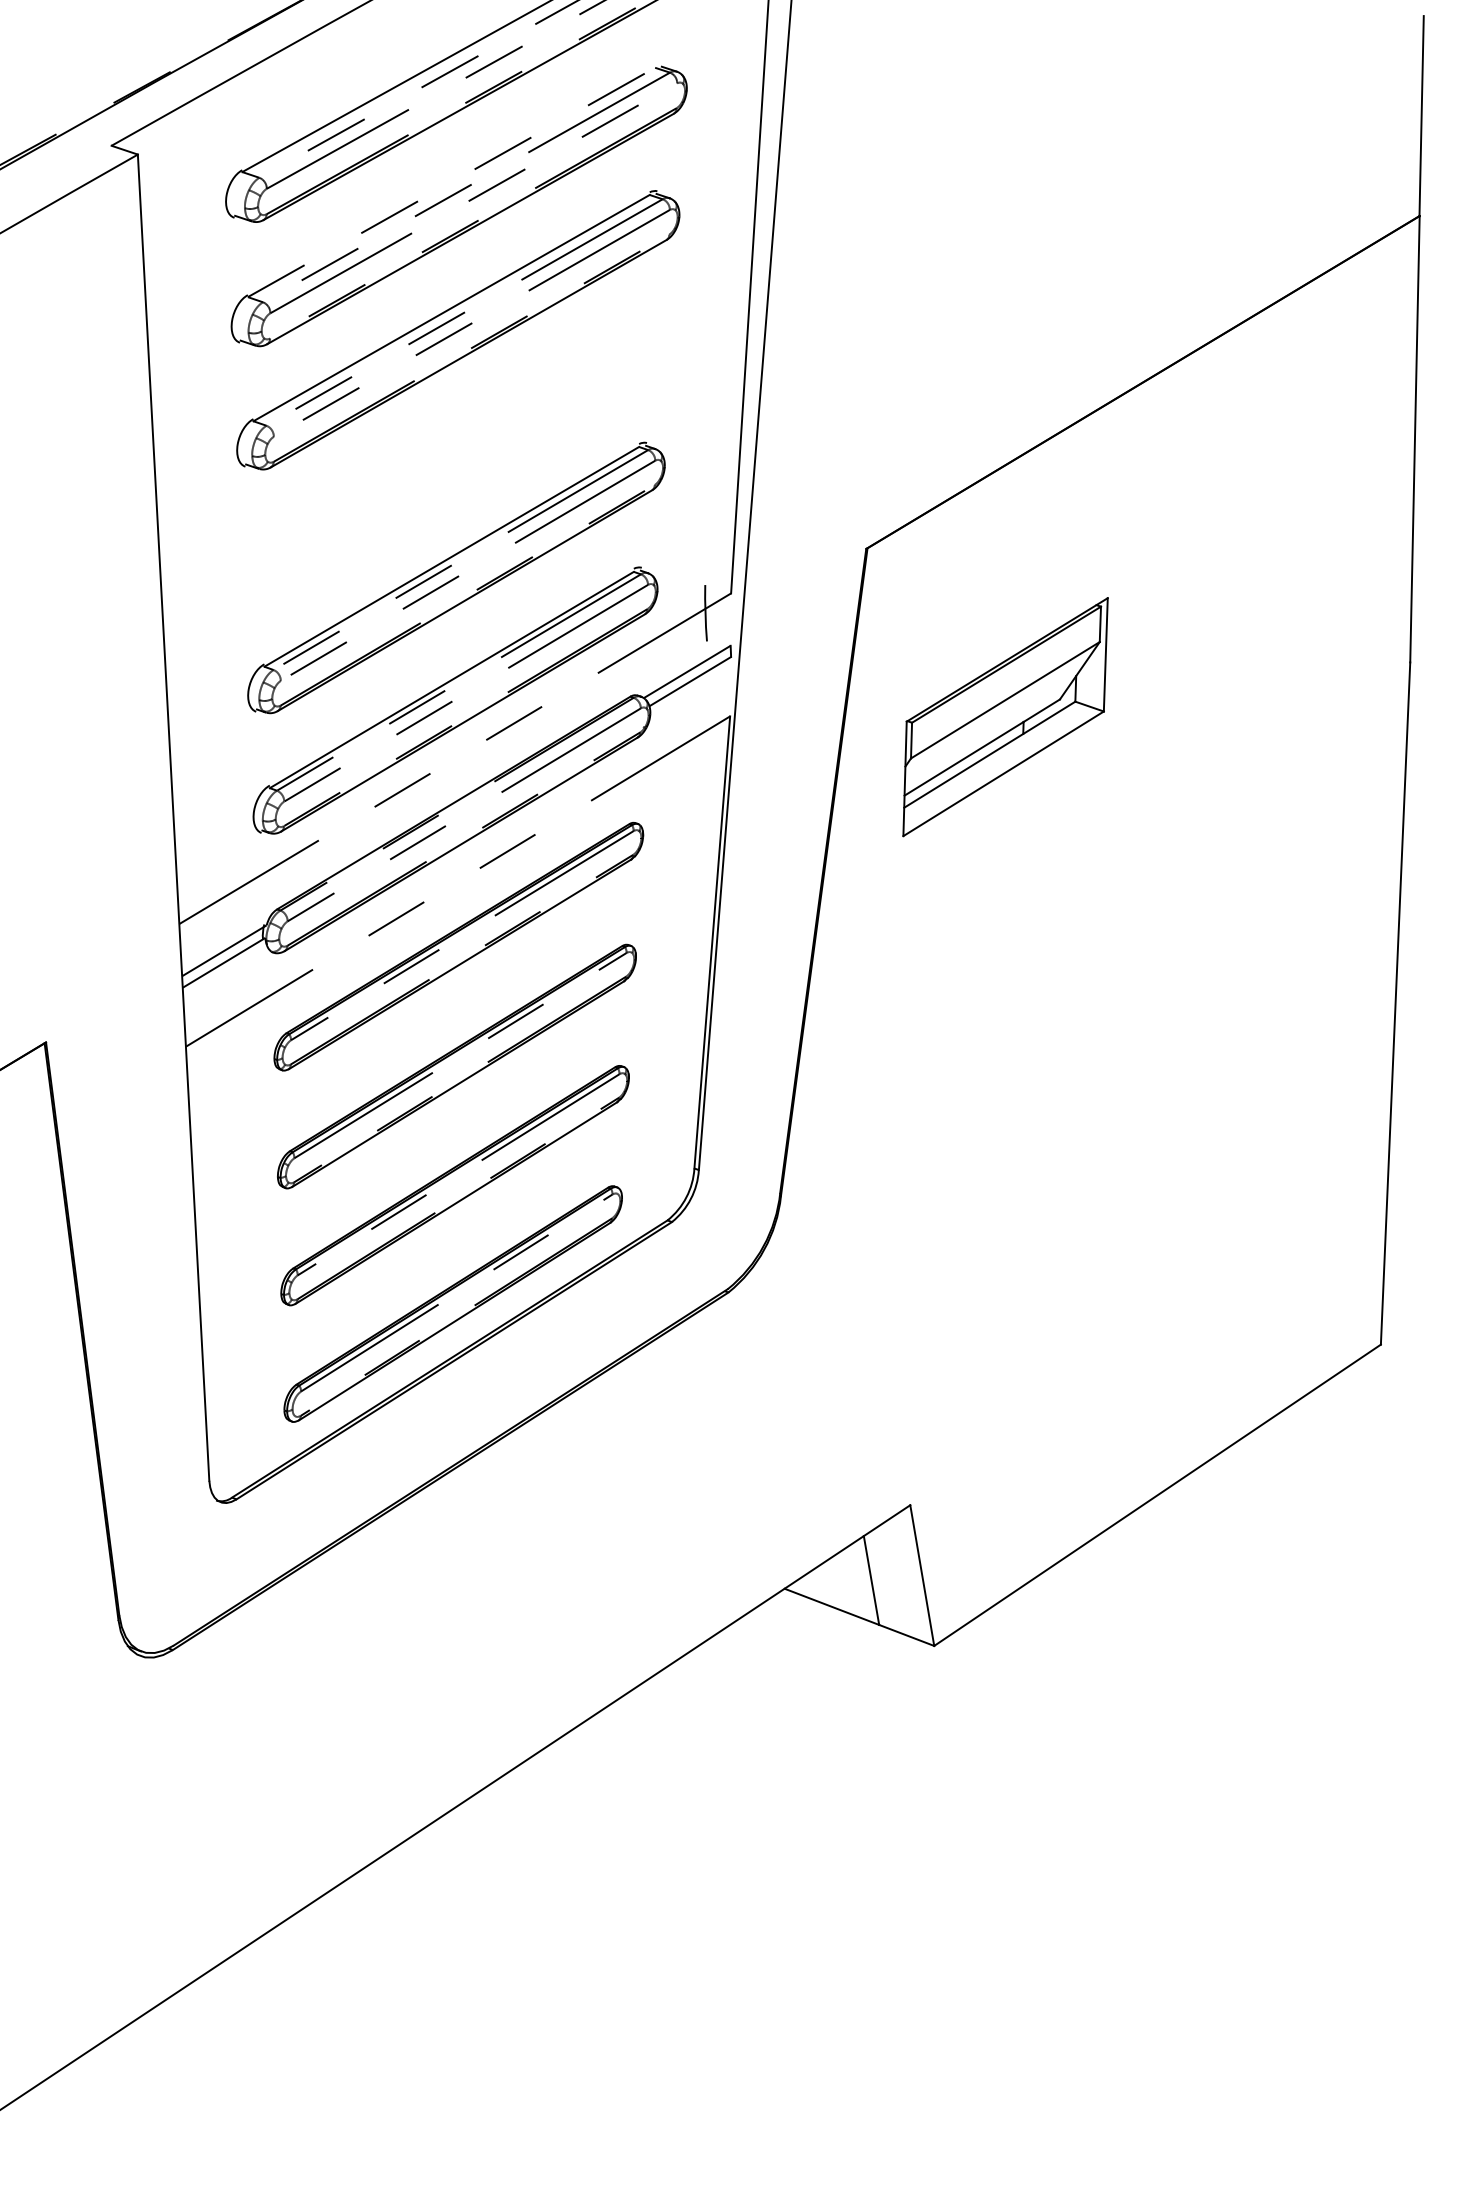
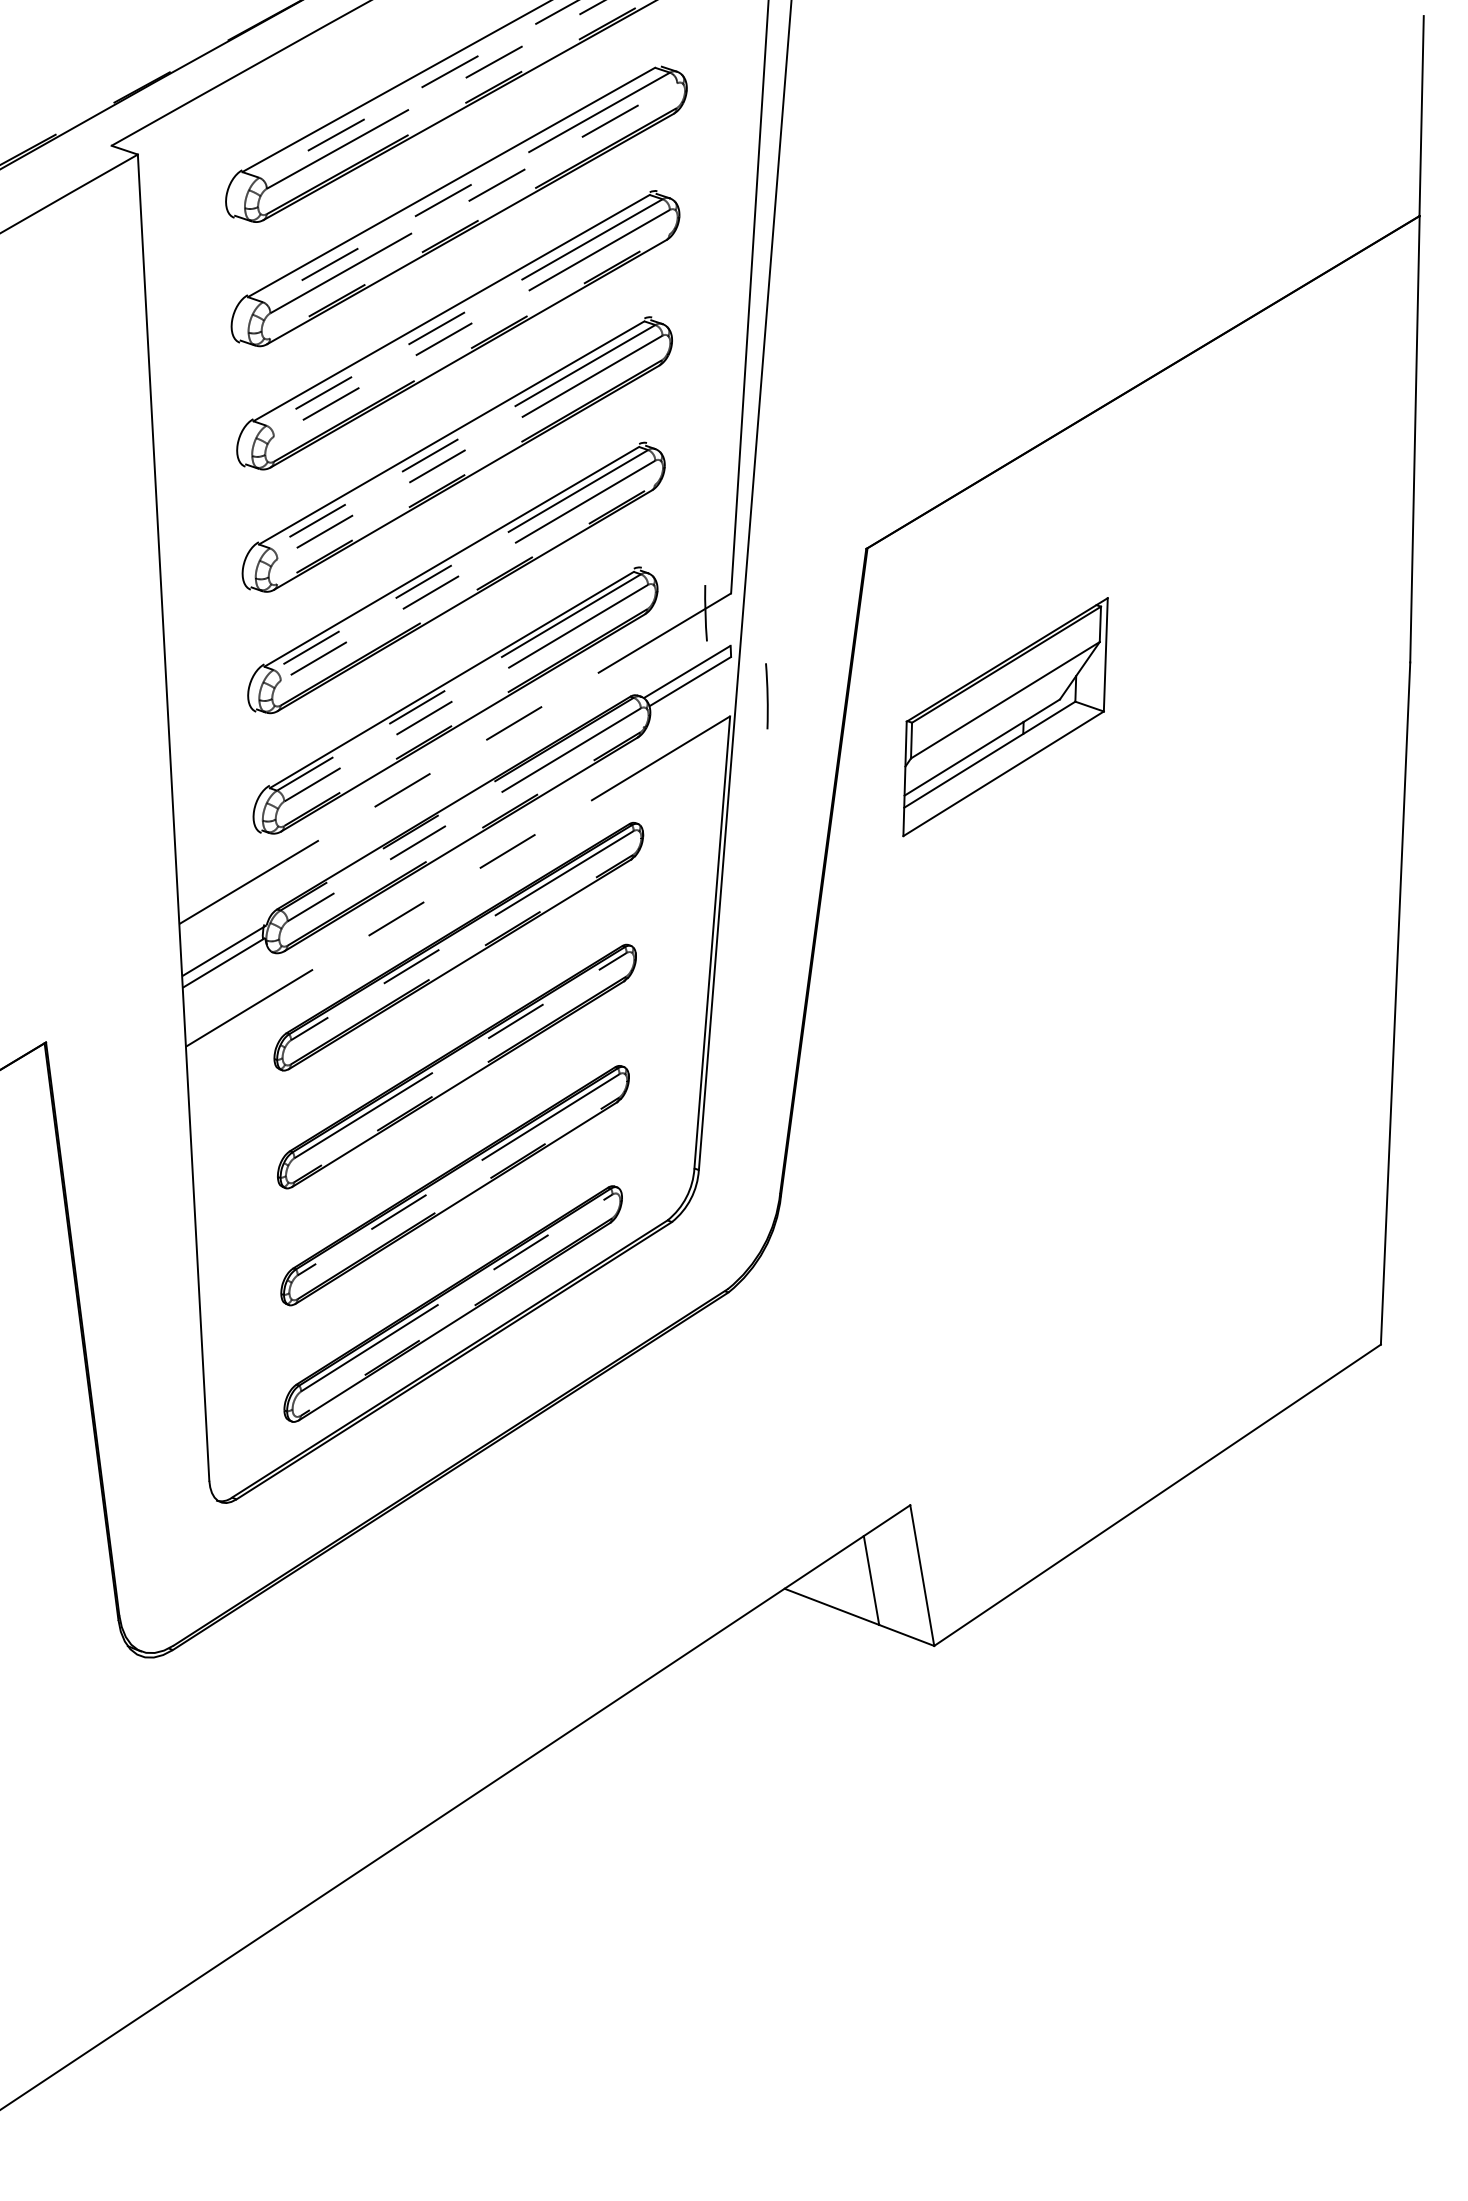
line at (451, 182): dashed -> solid
part at (456, 454): none -> present
line at (766, 696): none -> present
